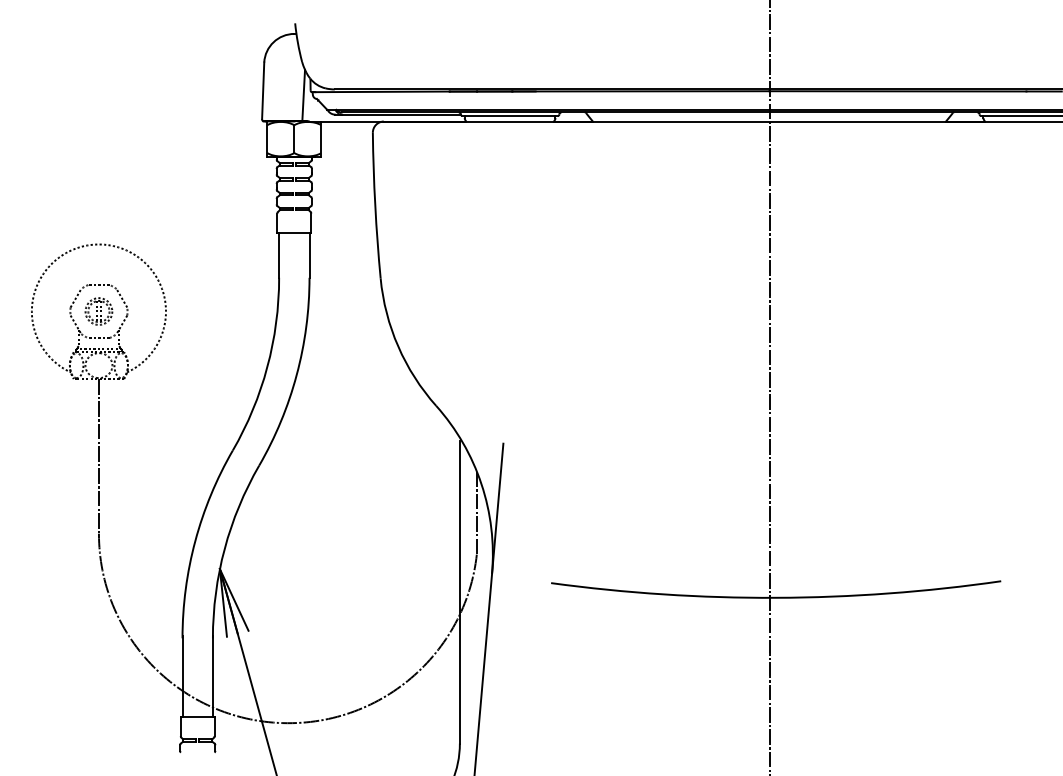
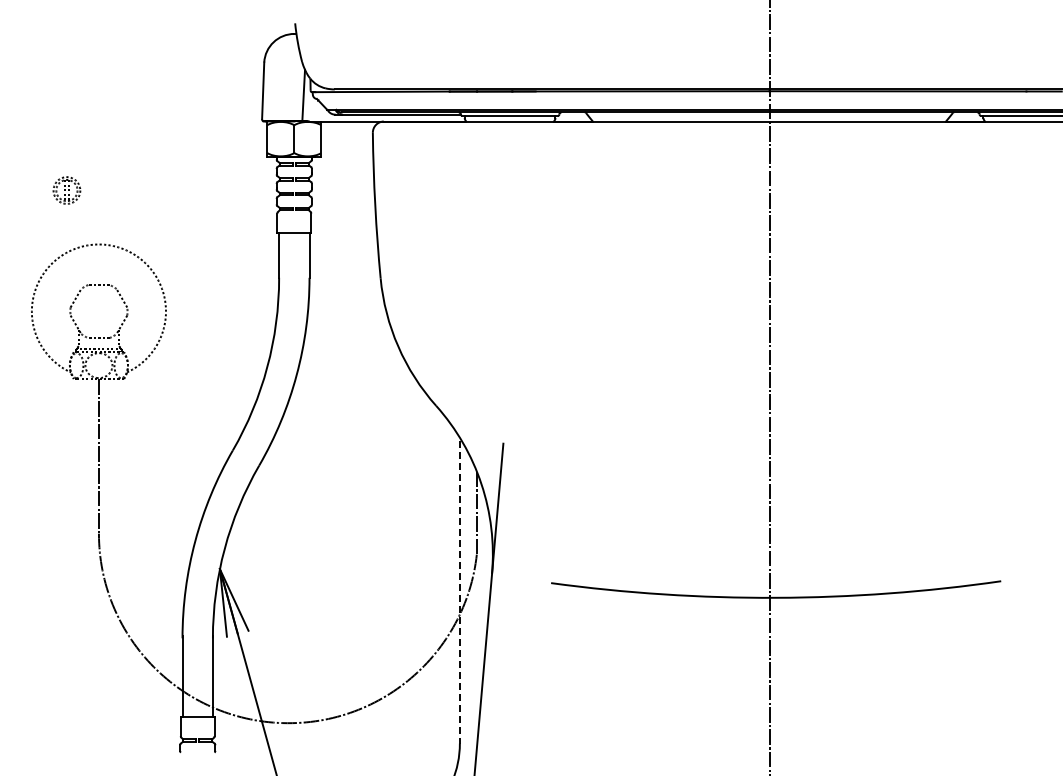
part at (98, 311) position: (98, 311) -> (66, 190)
line at (459, 592): solid -> dashed
